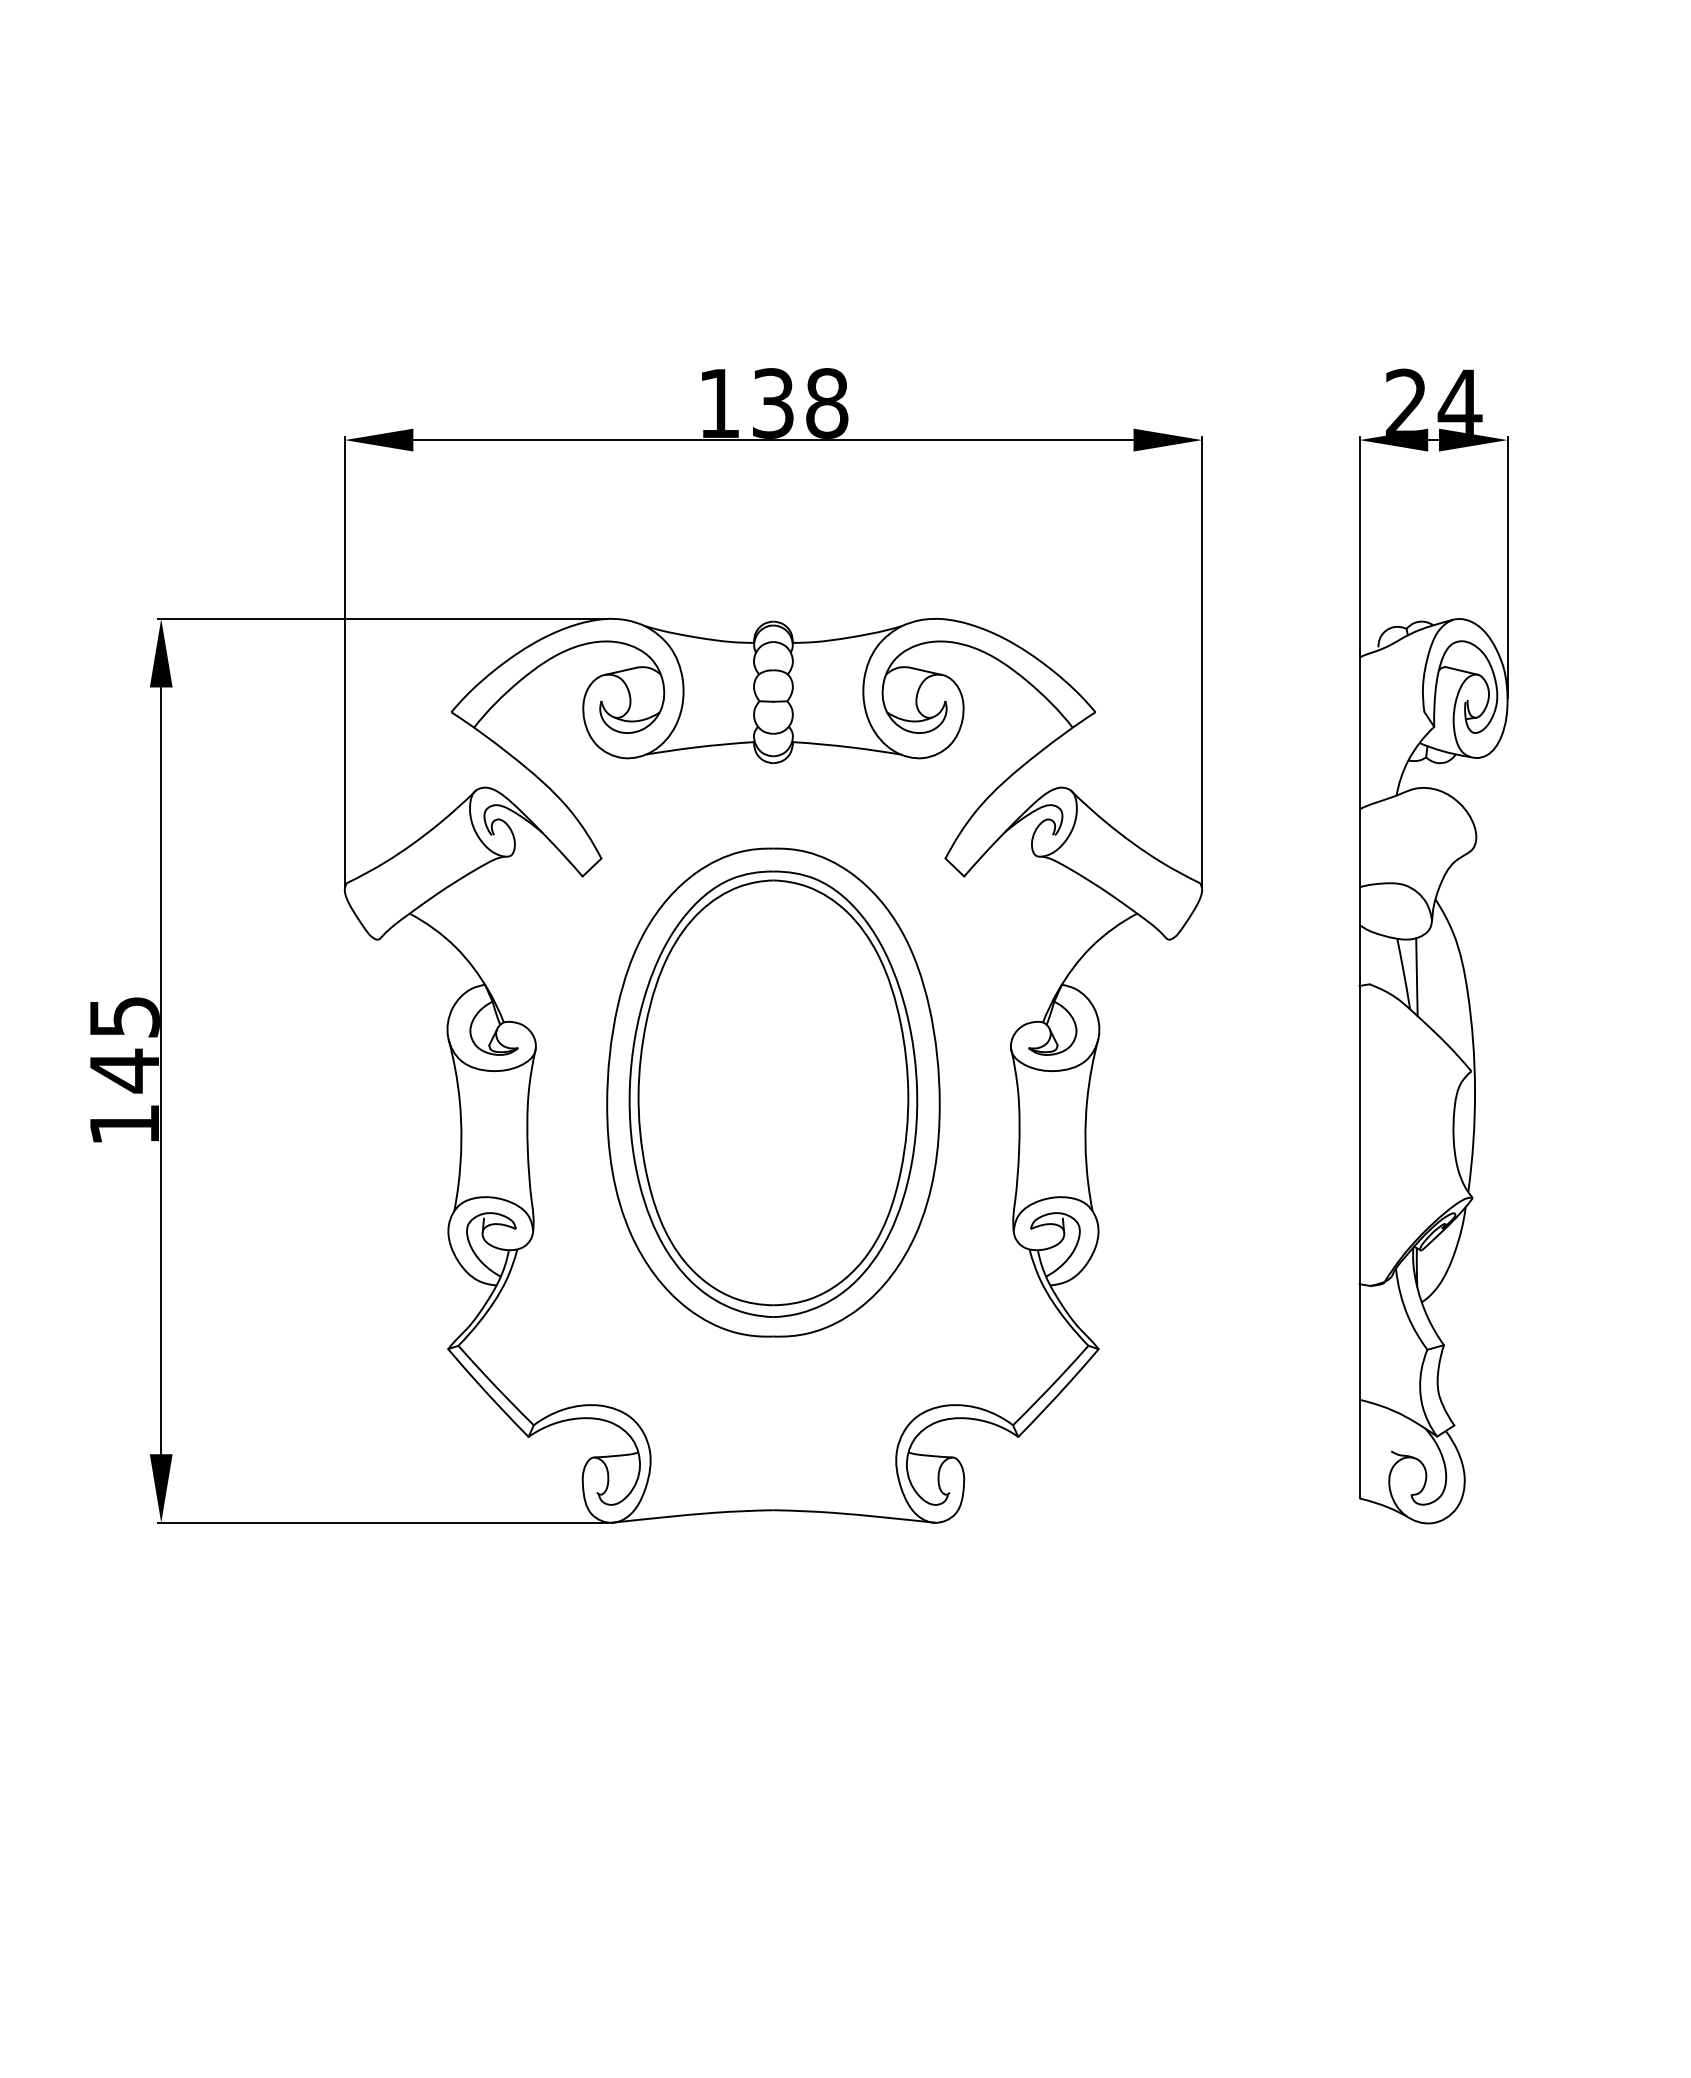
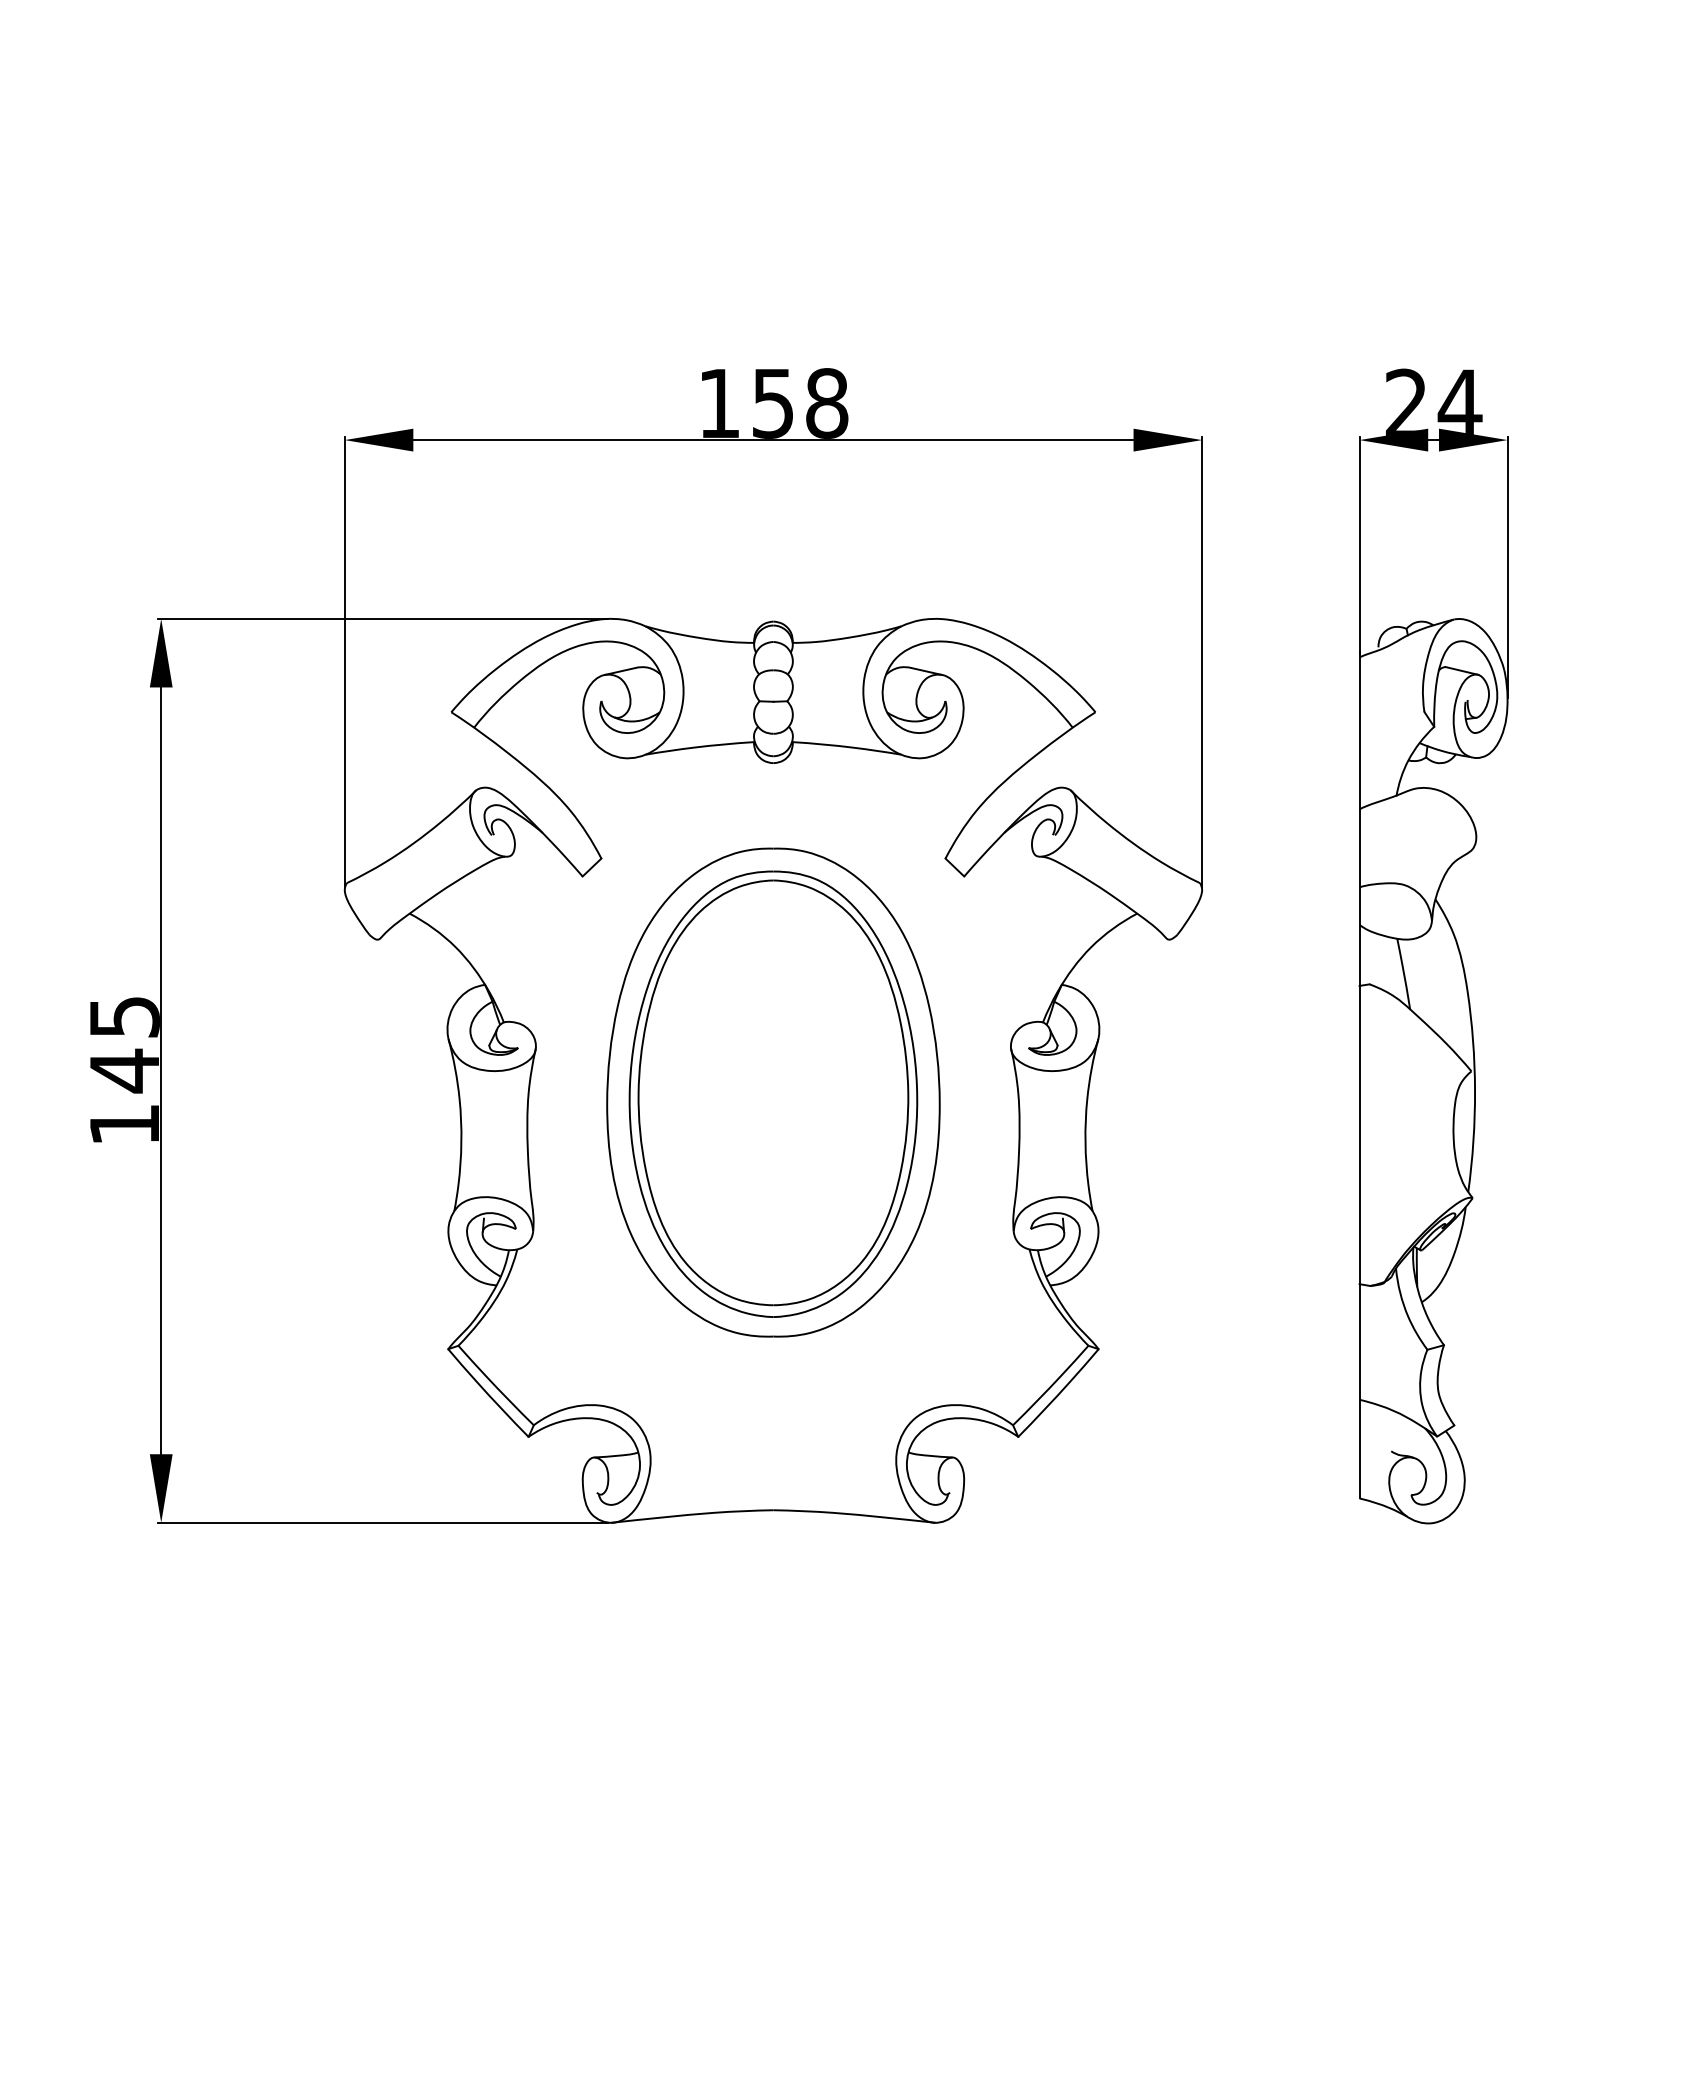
text at (773, 403): 138 -> 158
line at (1416, 977): present -> none
